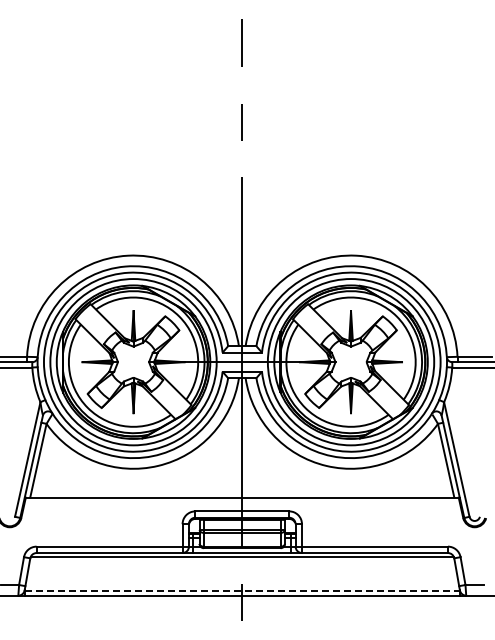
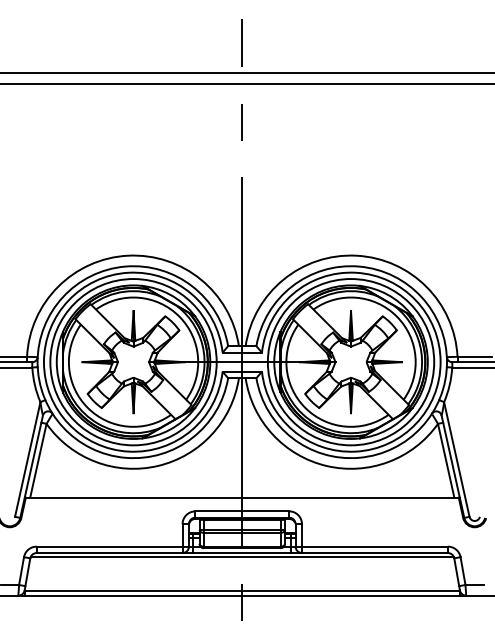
line at (246, 73): none -> present
line at (246, 83): none -> present
line at (242, 591): dashed -> solid
